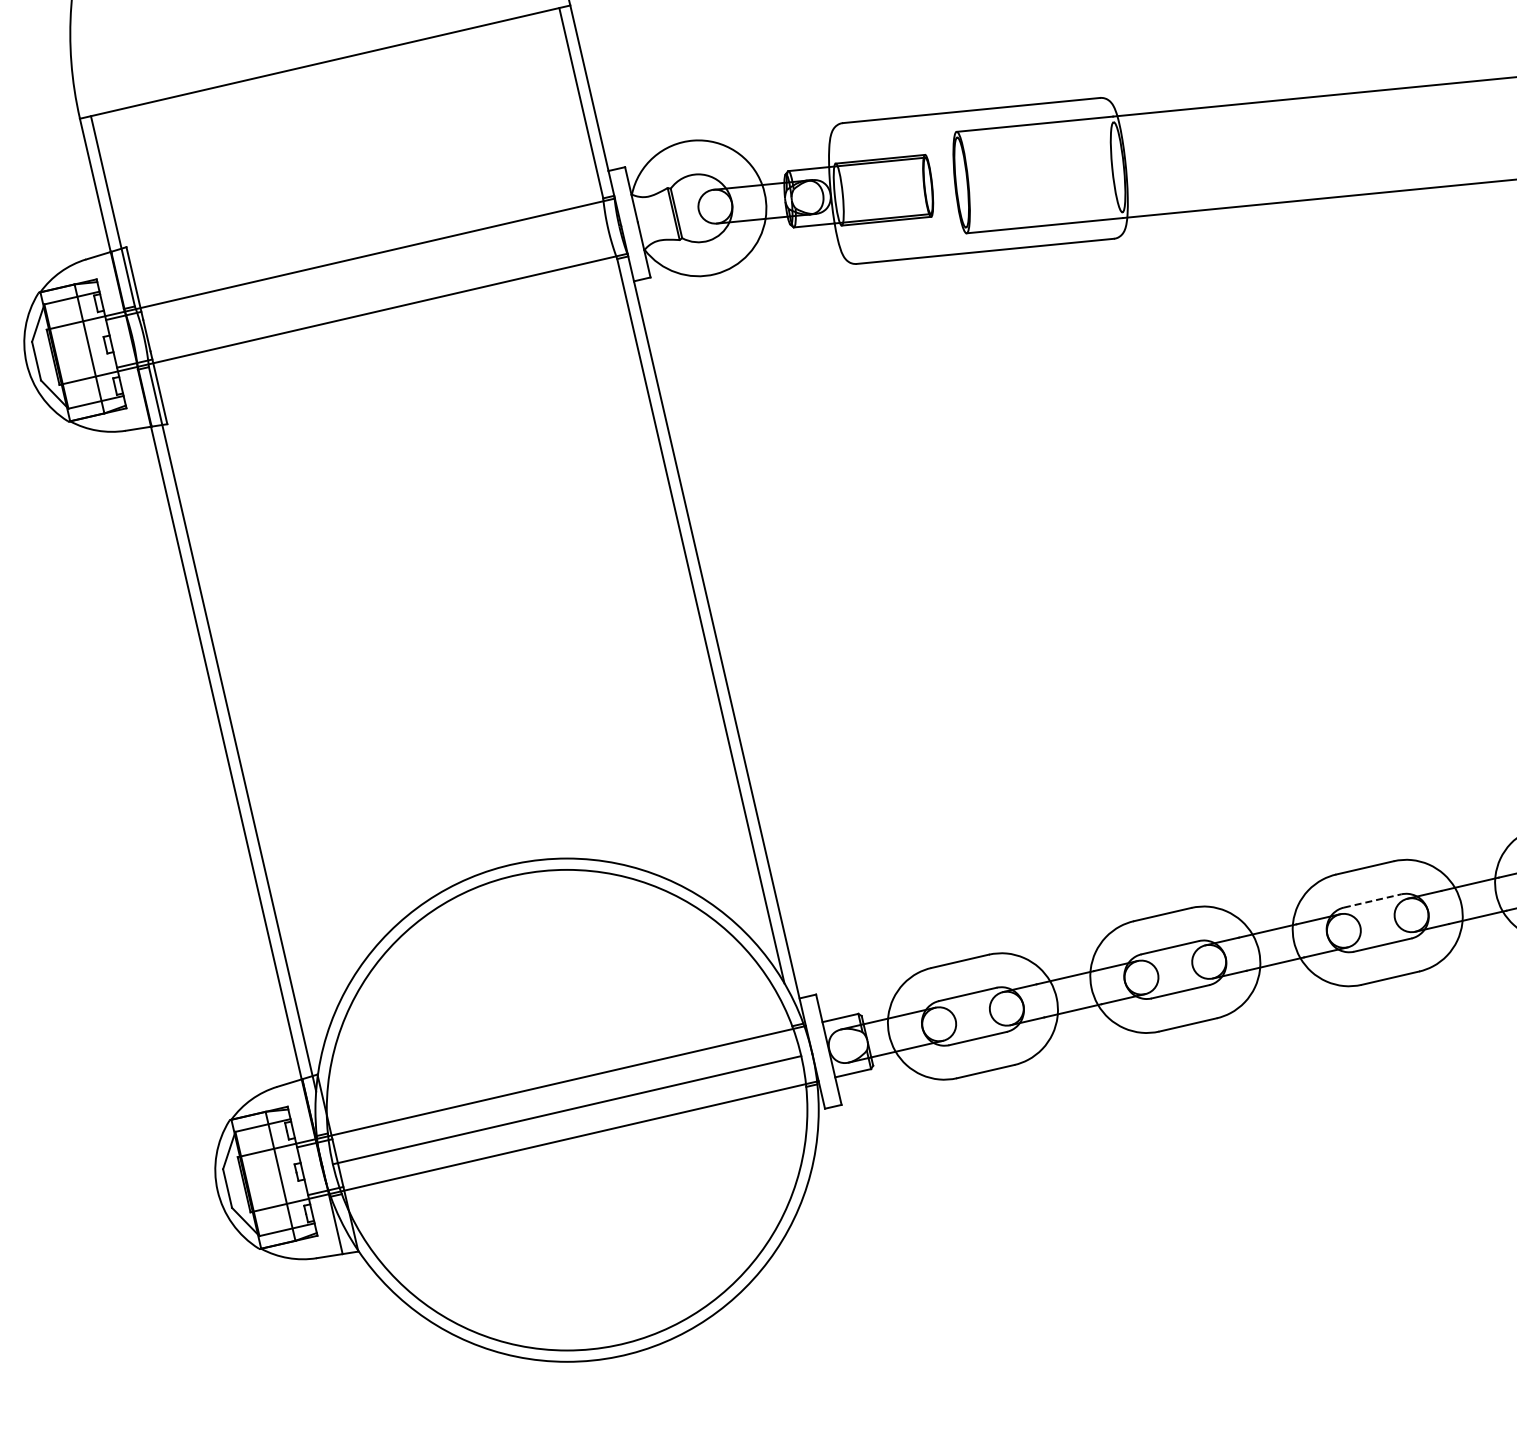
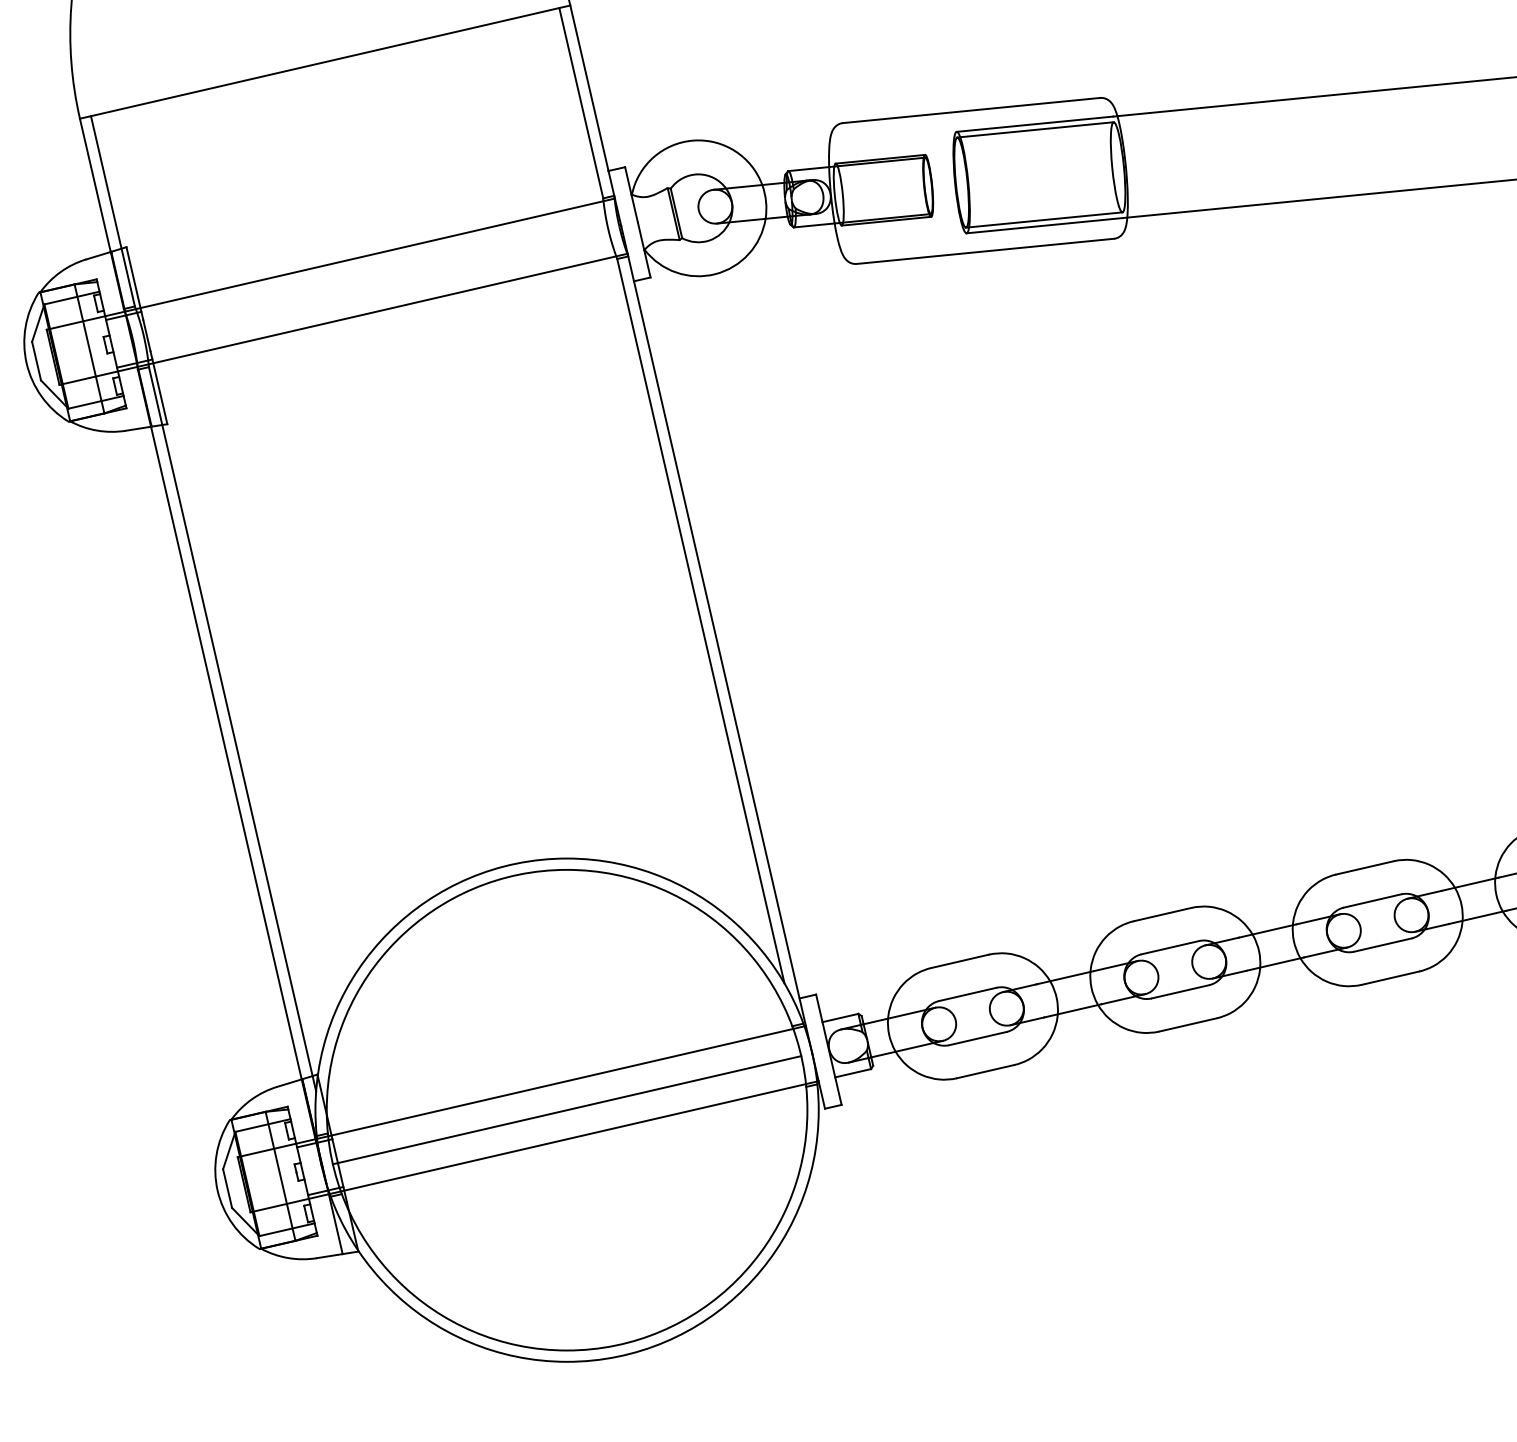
line at (1035, 129): none -> present
line at (1044, 219): none -> present
line at (1373, 900): dashed -> solid
